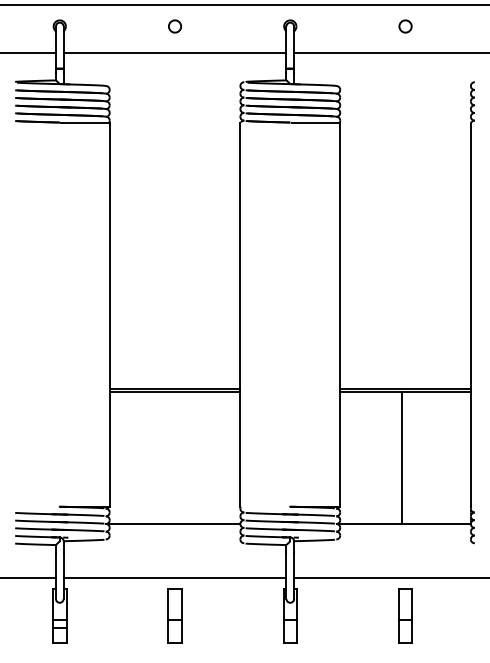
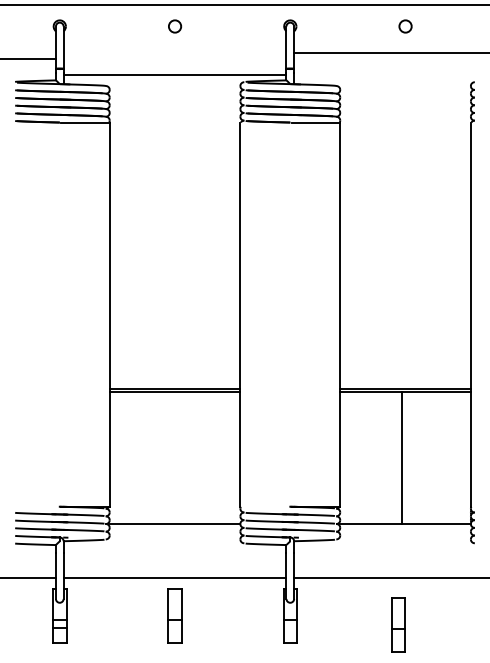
line at (28, 53) position: (28, 53) -> (28, 59)
line at (174, 53) position: (174, 53) -> (174, 75)
part at (405, 615) position: (405, 615) -> (398, 624)
